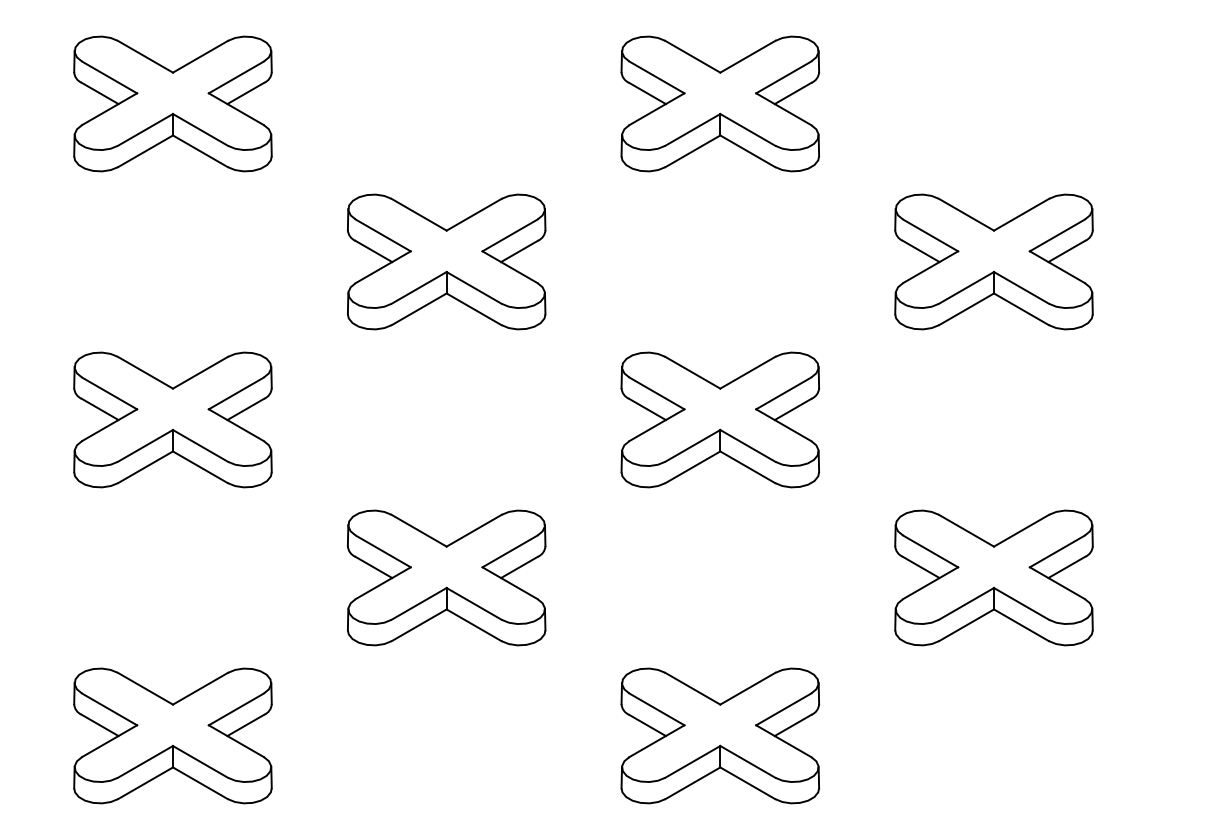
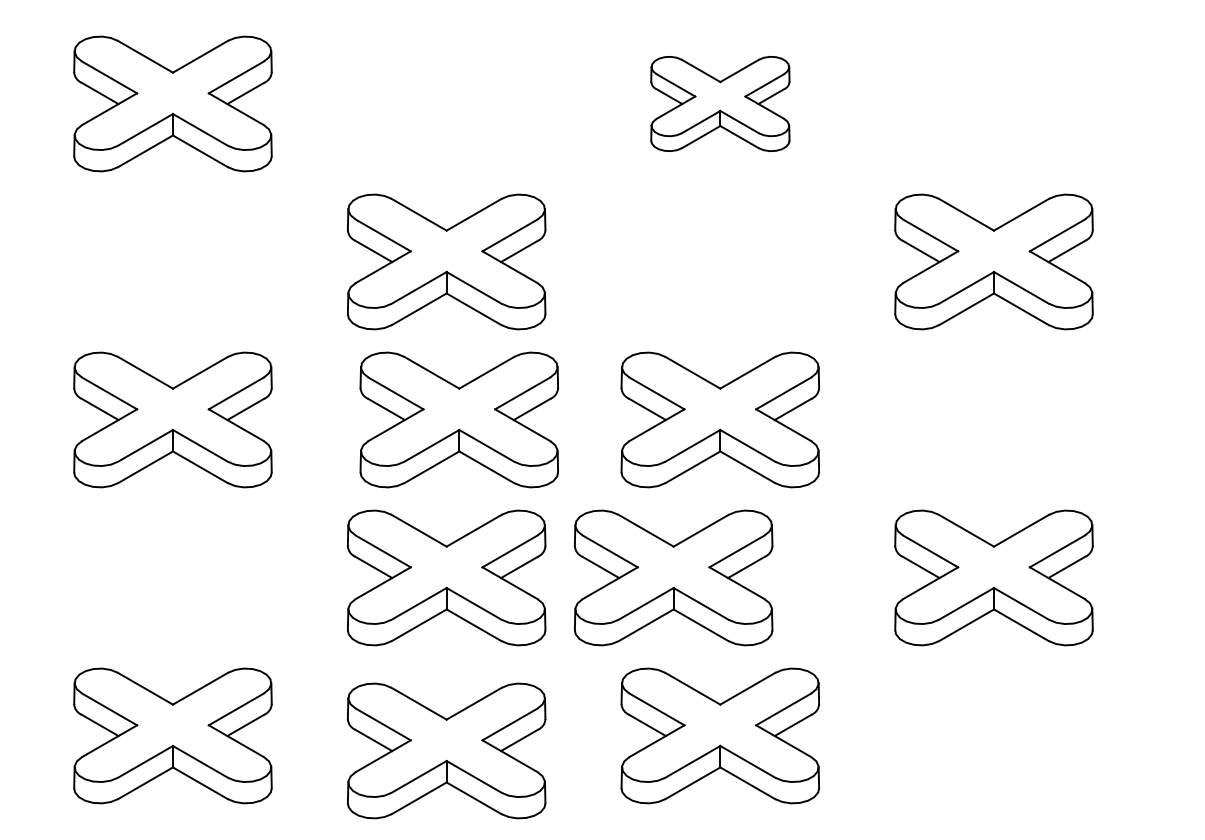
part at (720, 103) size: 201x138 px -> 141x96 px
part at (459, 419): none -> present
part at (673, 577): none -> present
part at (446, 750): none -> present
